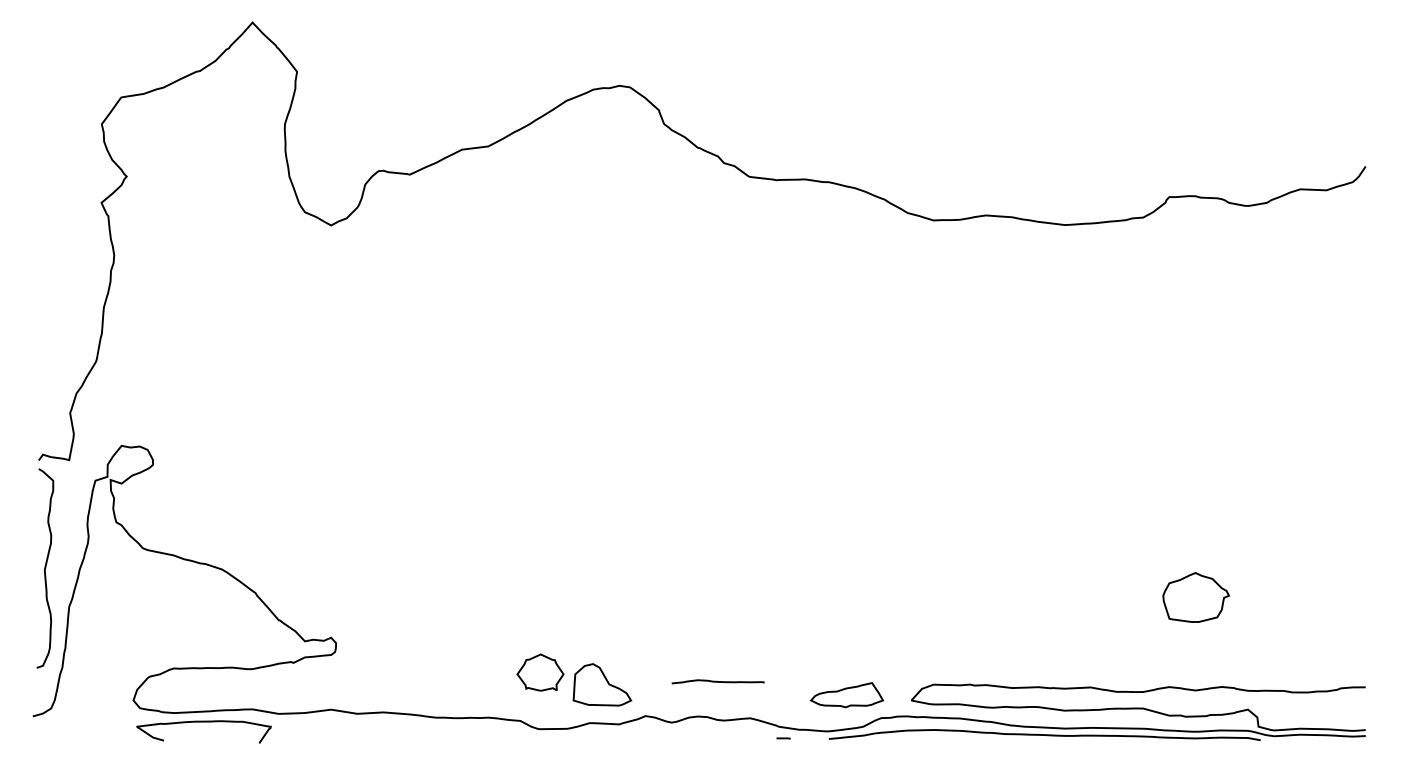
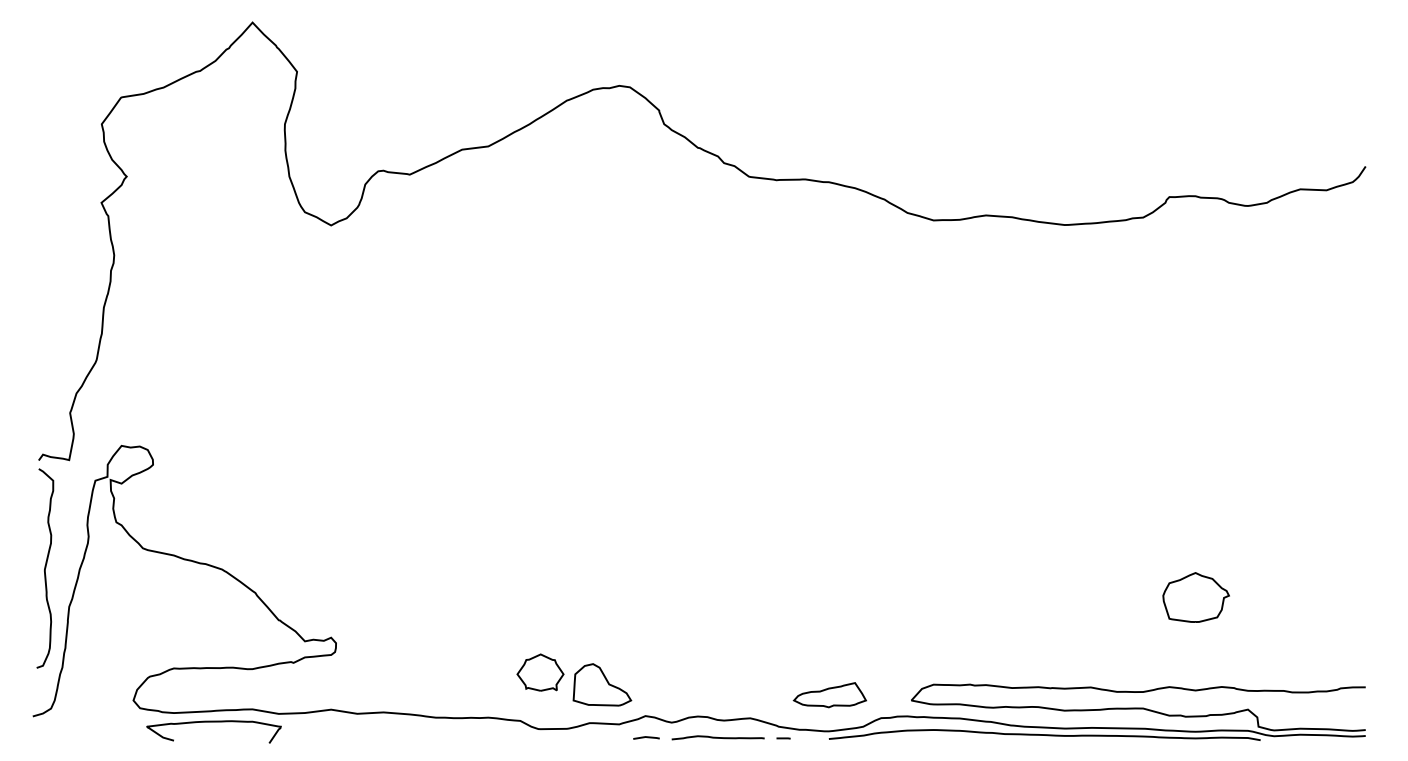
curve at (717, 681) position: (717, 681) -> (717, 737)
part at (846, 695) position: (846, 695) -> (829, 695)
curve at (203, 722) position: (203, 722) -> (213, 722)
line at (646, 737): none -> present
